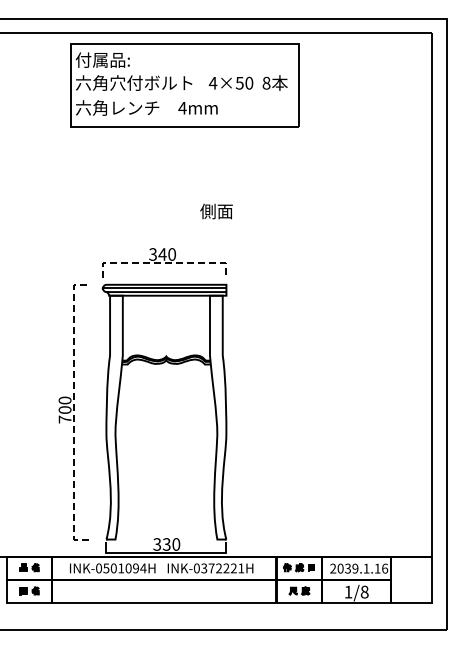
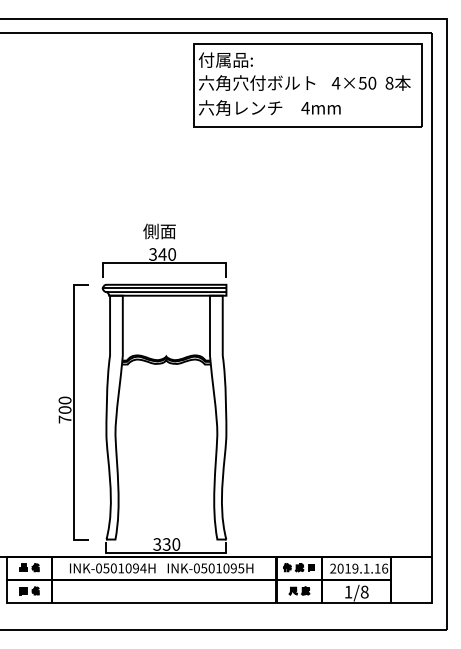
part at (184, 85) position: (184, 85) -> (307, 85)
text at (216, 211) position: (216, 211) -> (159, 231)
line at (164, 263): dashed -> solid
line at (74, 411): dashed -> solid
text at (222, 568): INK-0372221H -> INK-0501095H
text at (347, 568): 2039.1.16 -> 2019.1.16
